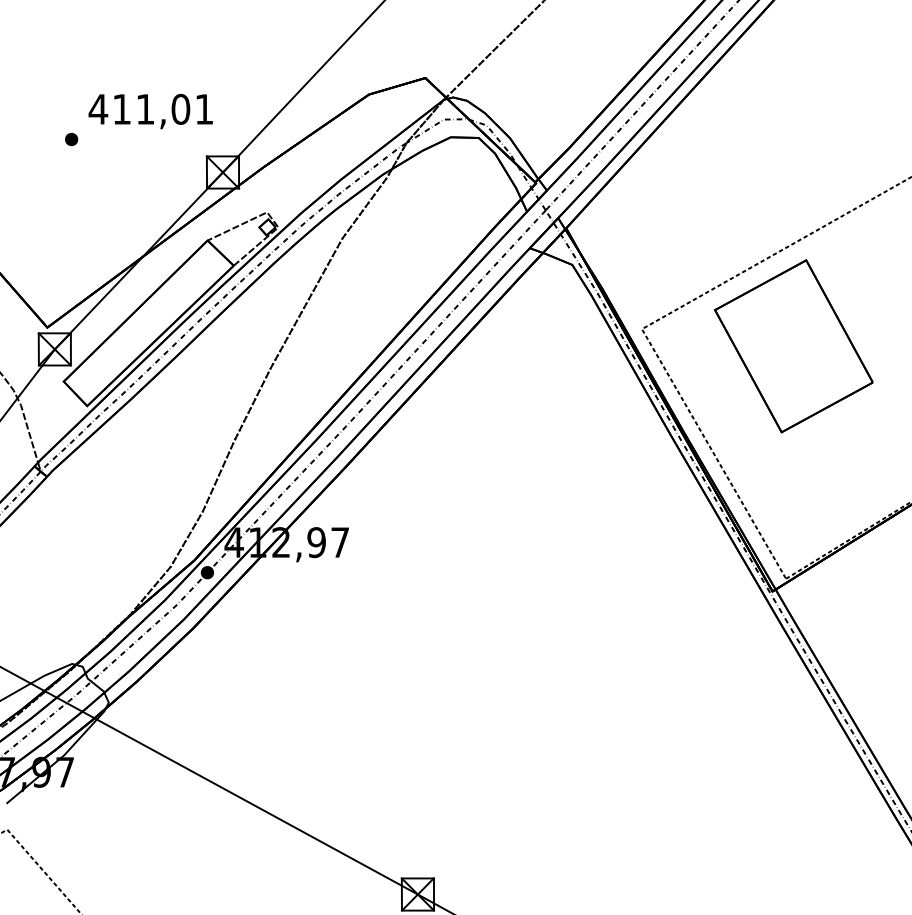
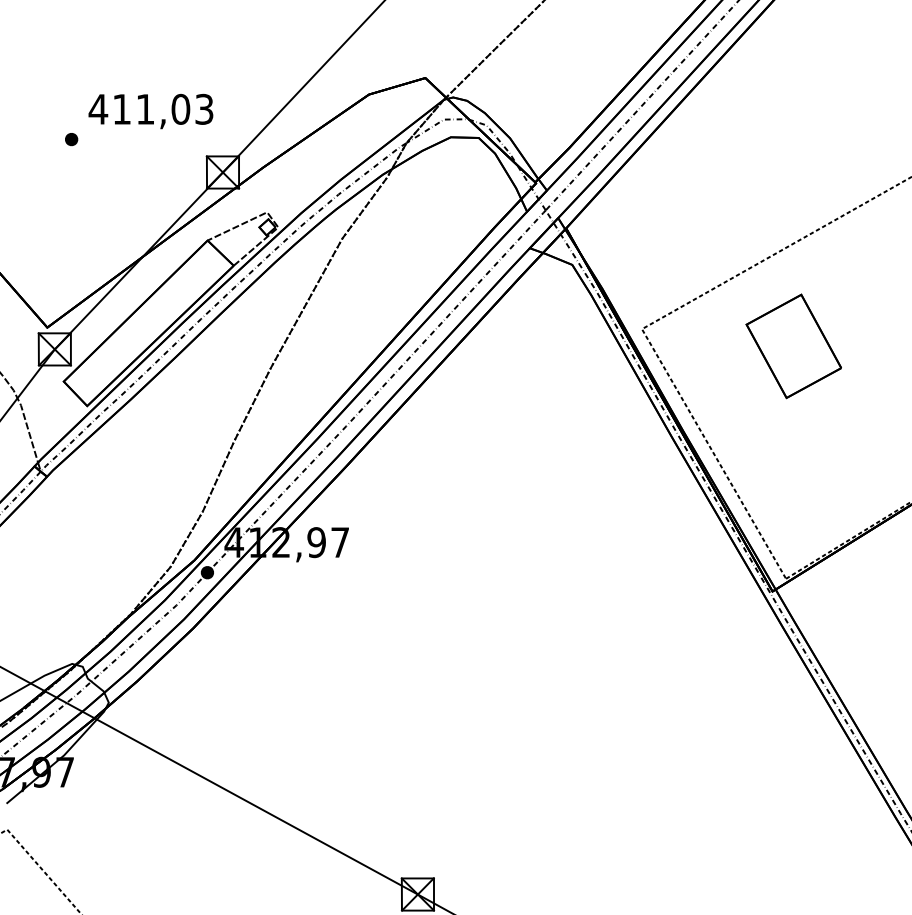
text at (204, 108): 411,01 -> 411,03
part at (793, 346) size: 160x175 px -> 97x107 px
